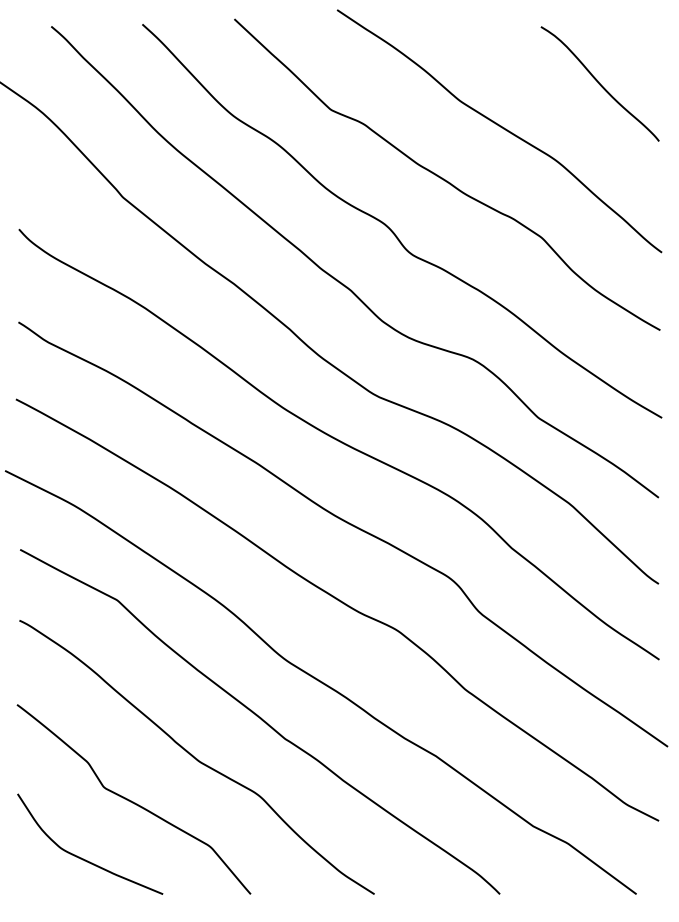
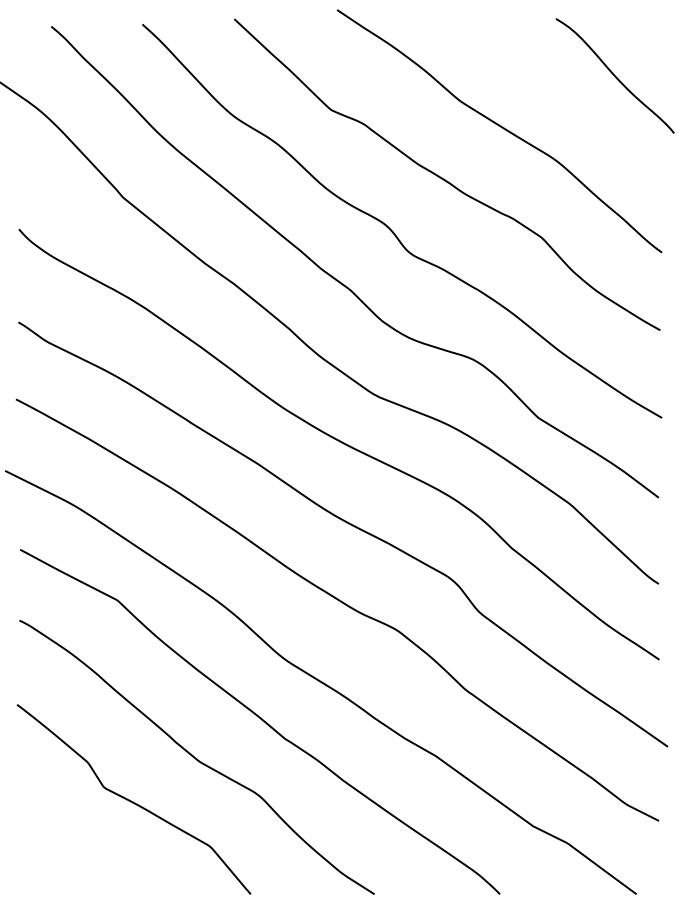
curve at (599, 83) position: (599, 83) -> (614, 75)
curve at (83, 858): present -> none
